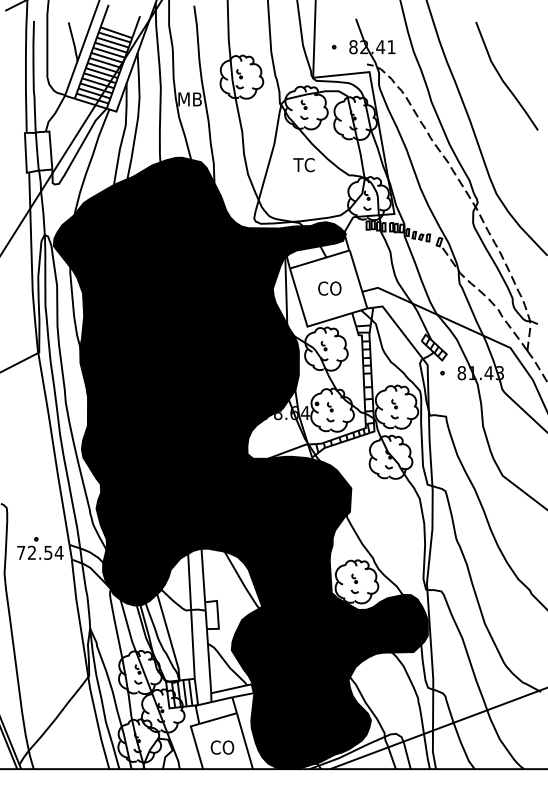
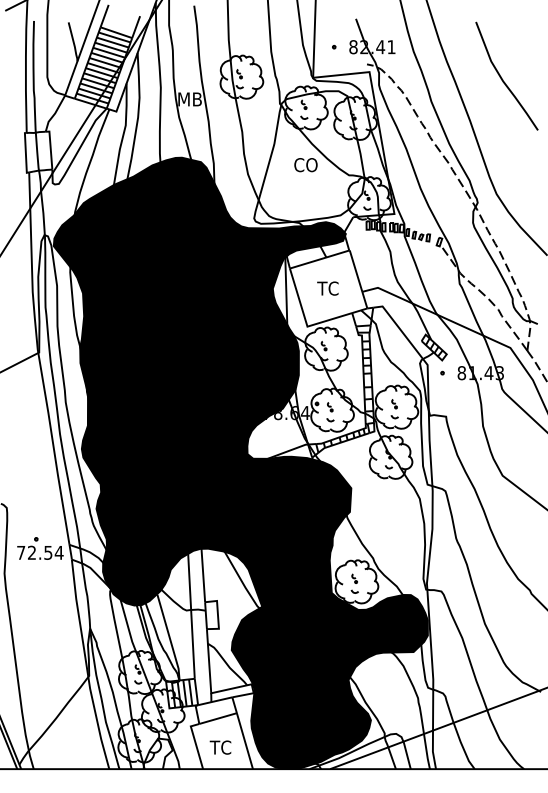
text at (305, 165): TC -> CO
text at (329, 288): CO -> TC
text at (221, 747): CO -> TC
